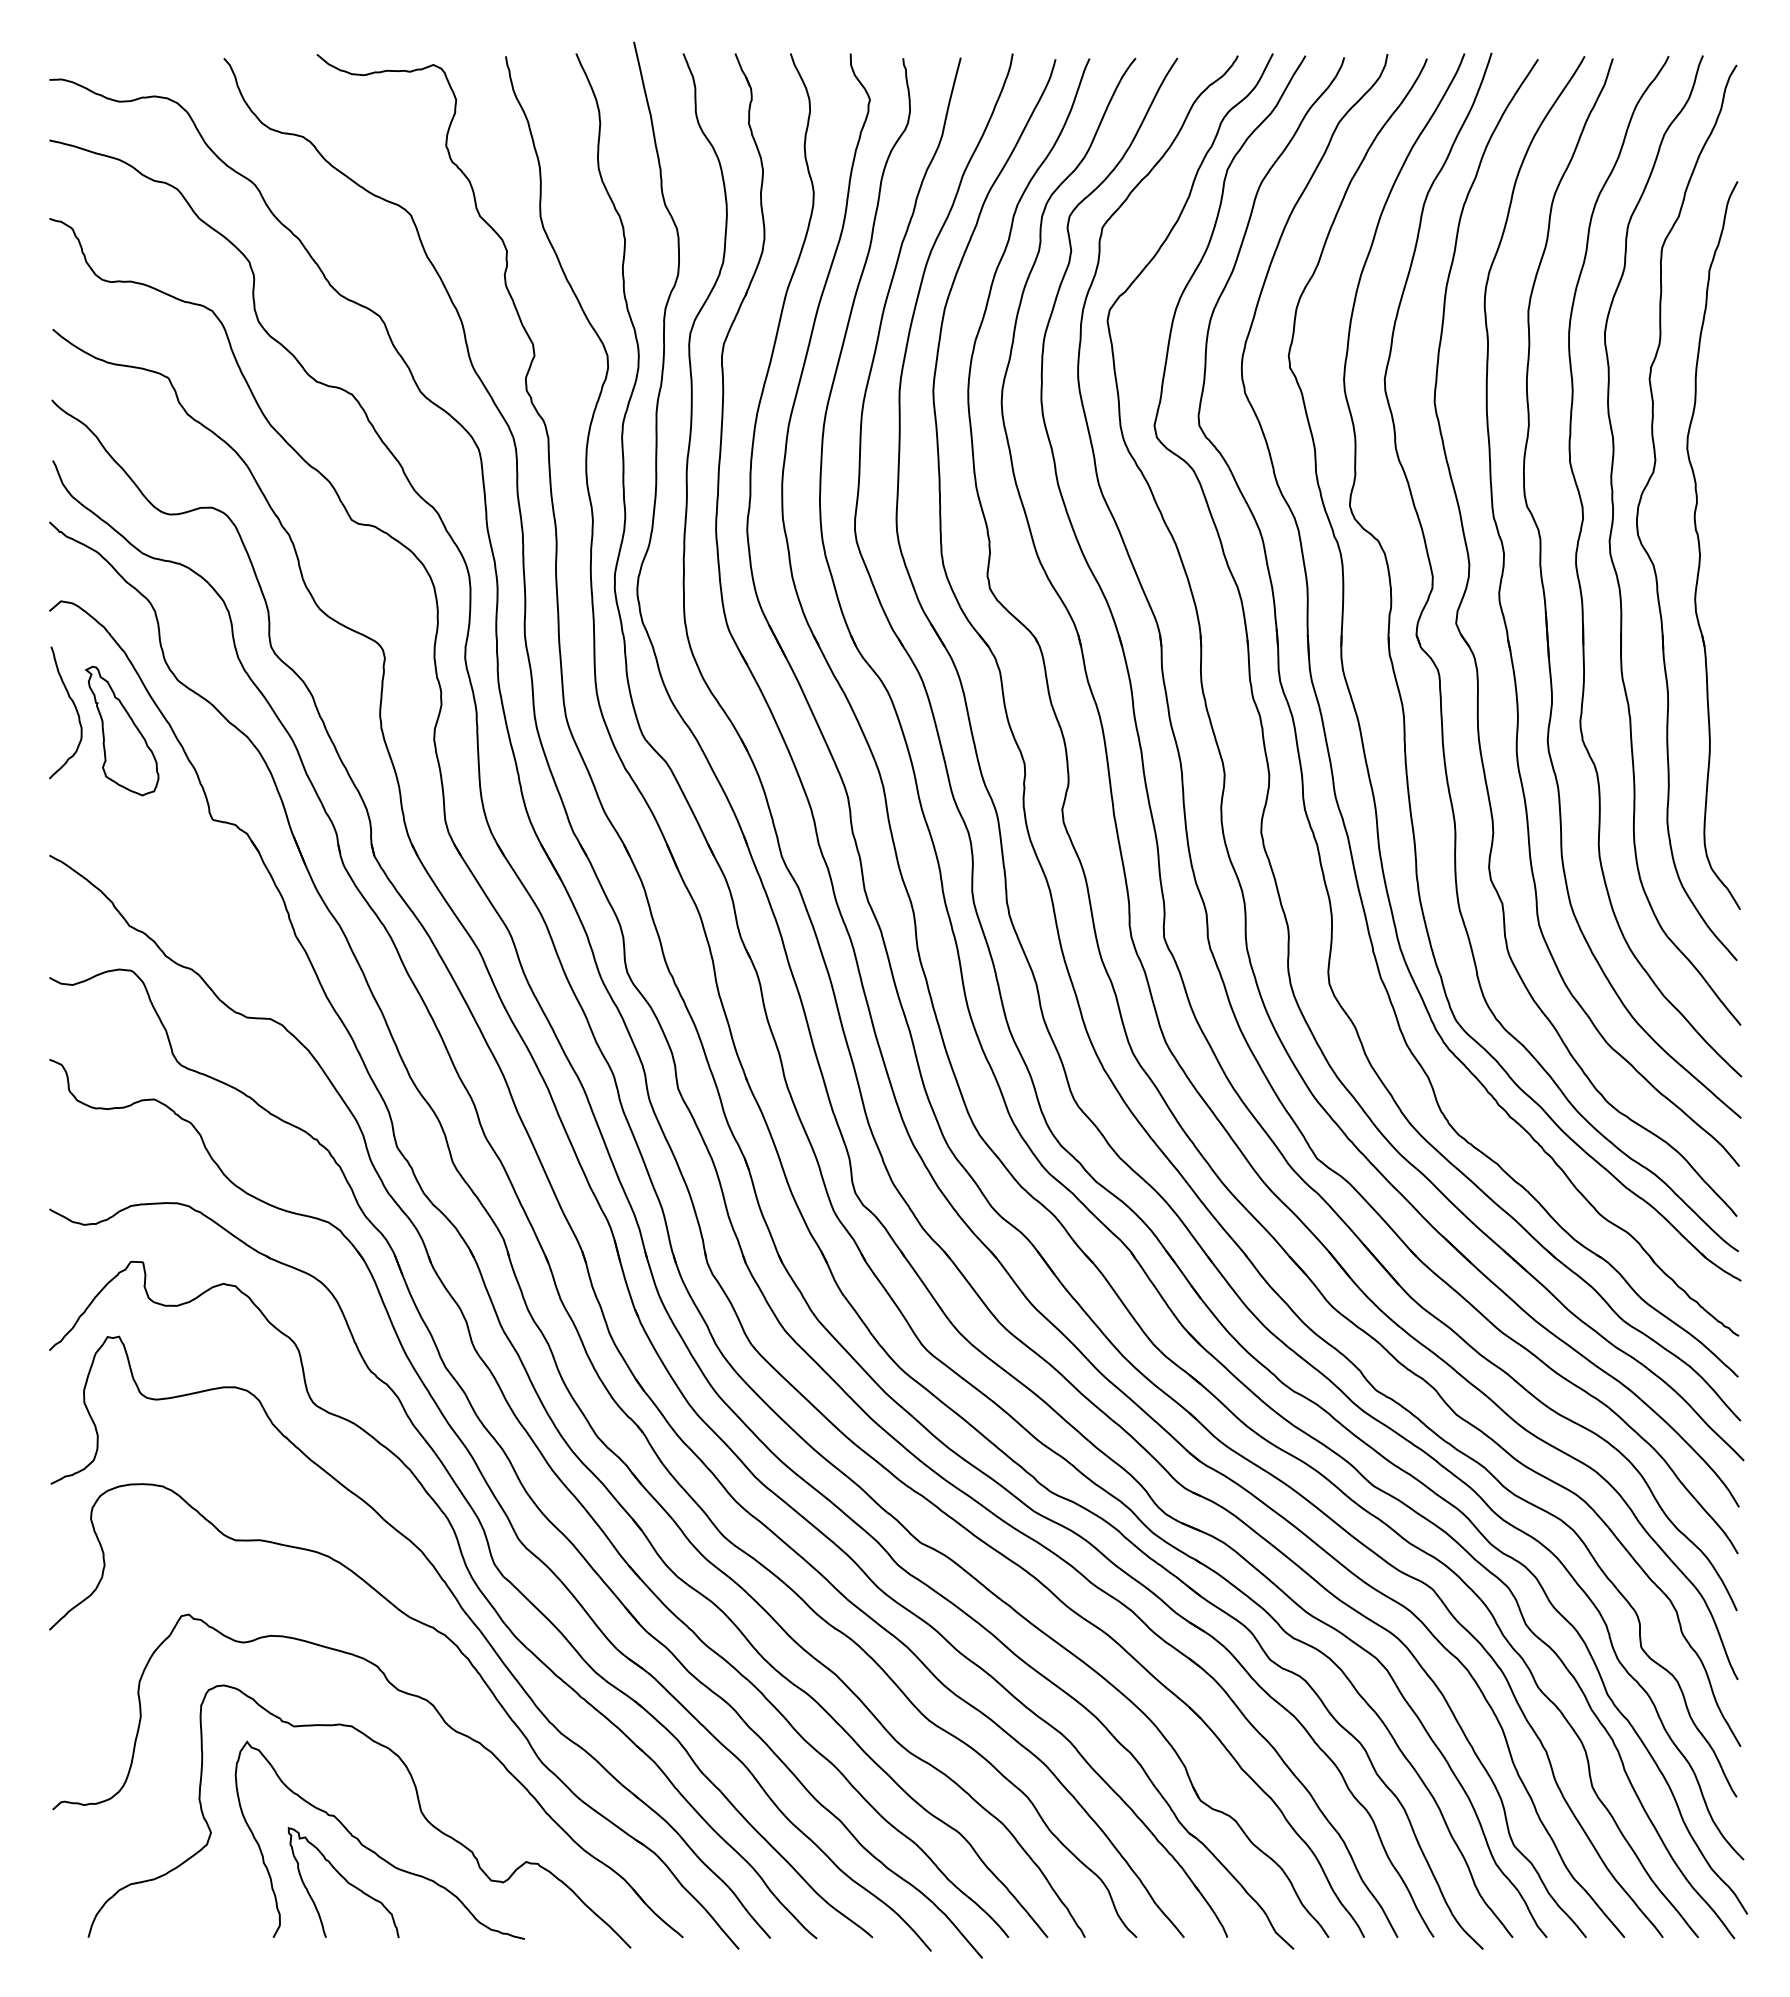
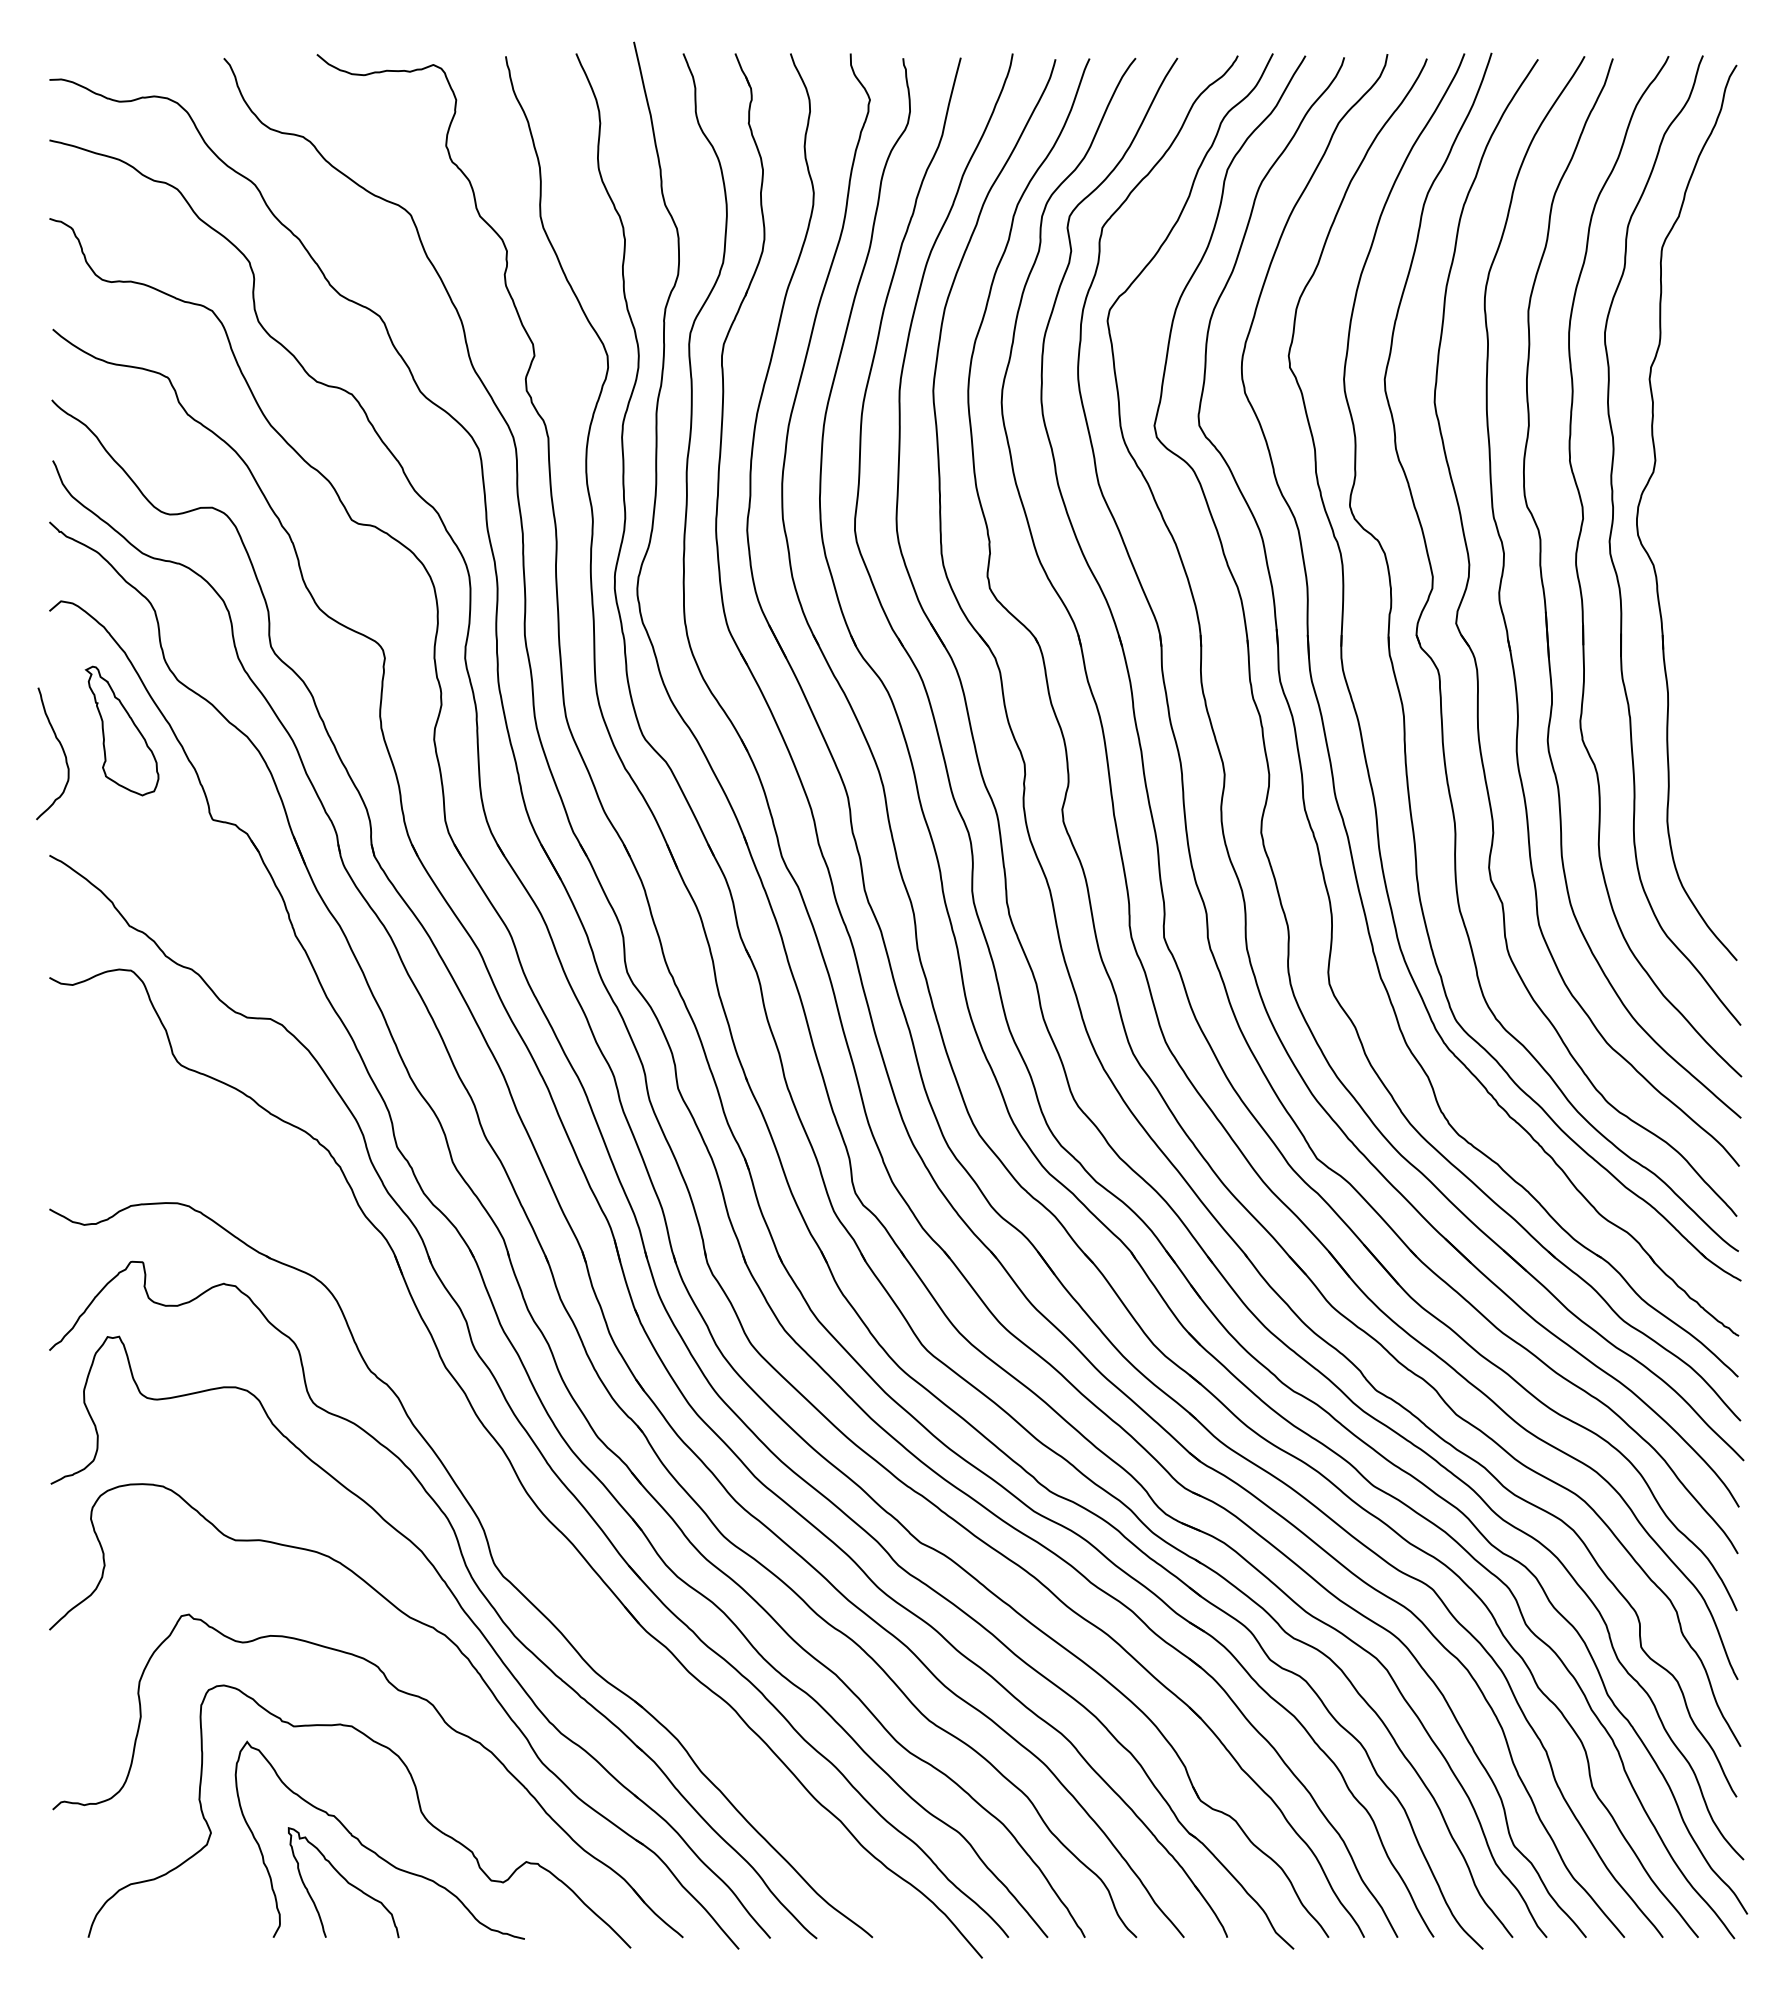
part at (1700, 545): present -> none
curve at (75, 710) position: (75, 710) -> (62, 751)
part at (496, 1501): present -> none
